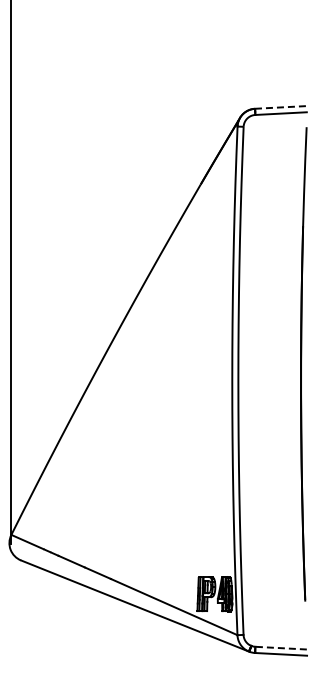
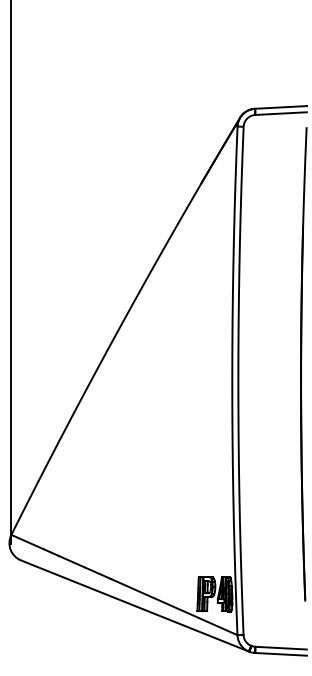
line at (281, 107): dashed -> solid
line at (281, 648): dashed -> solid
